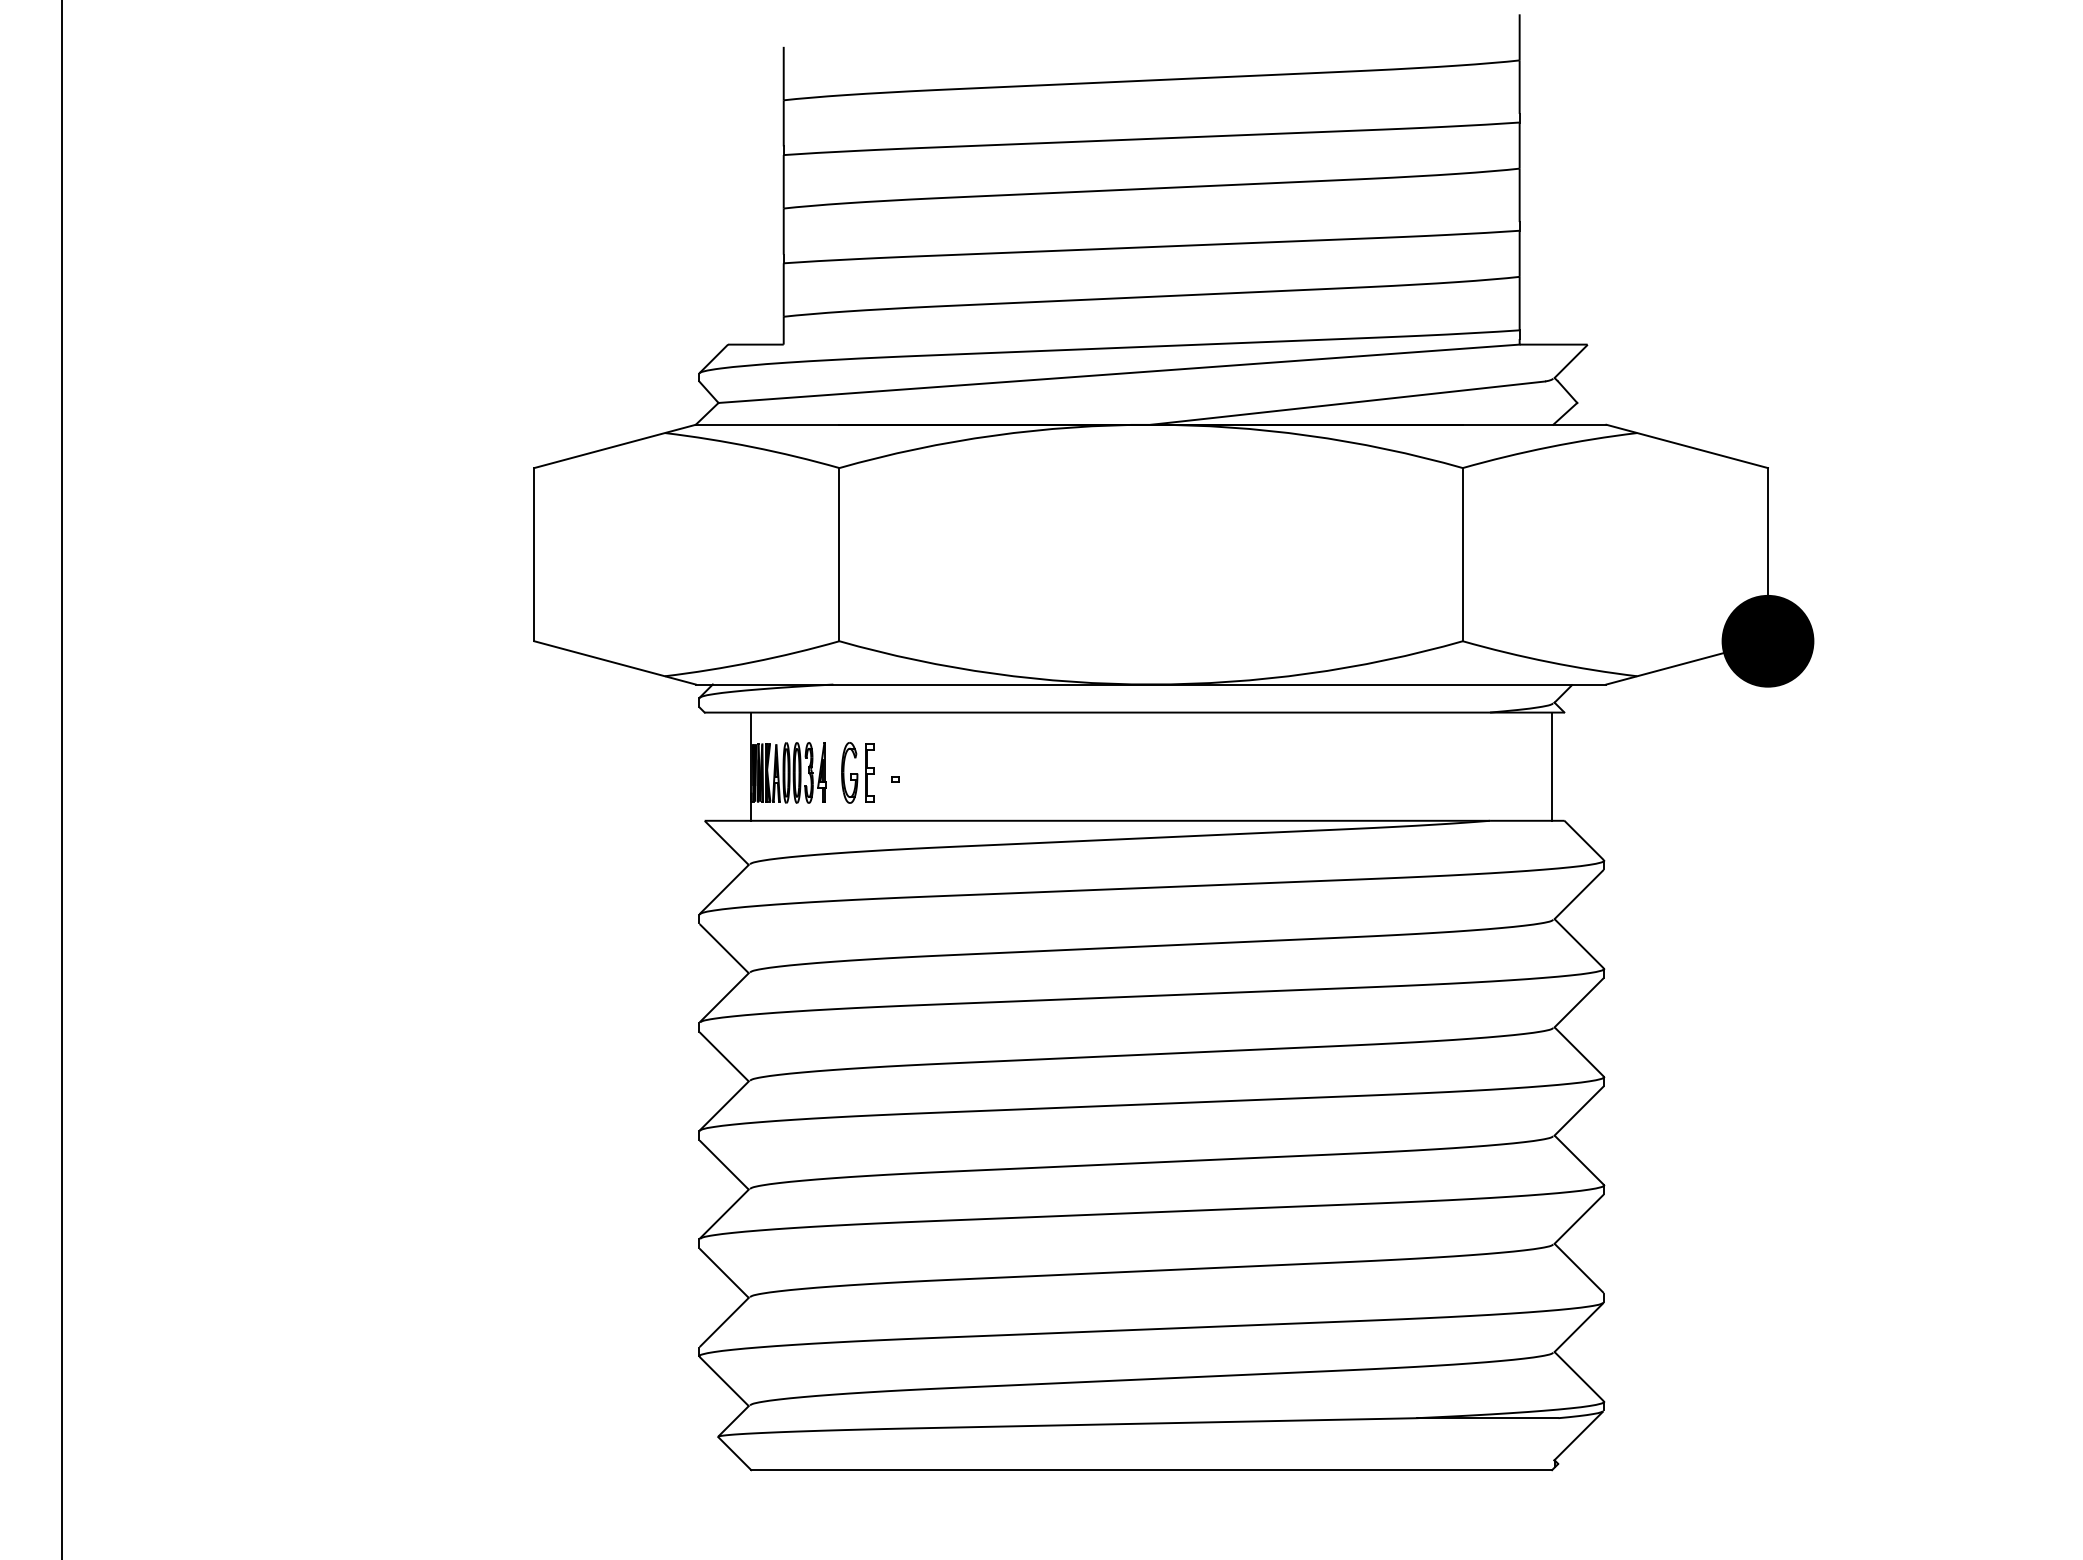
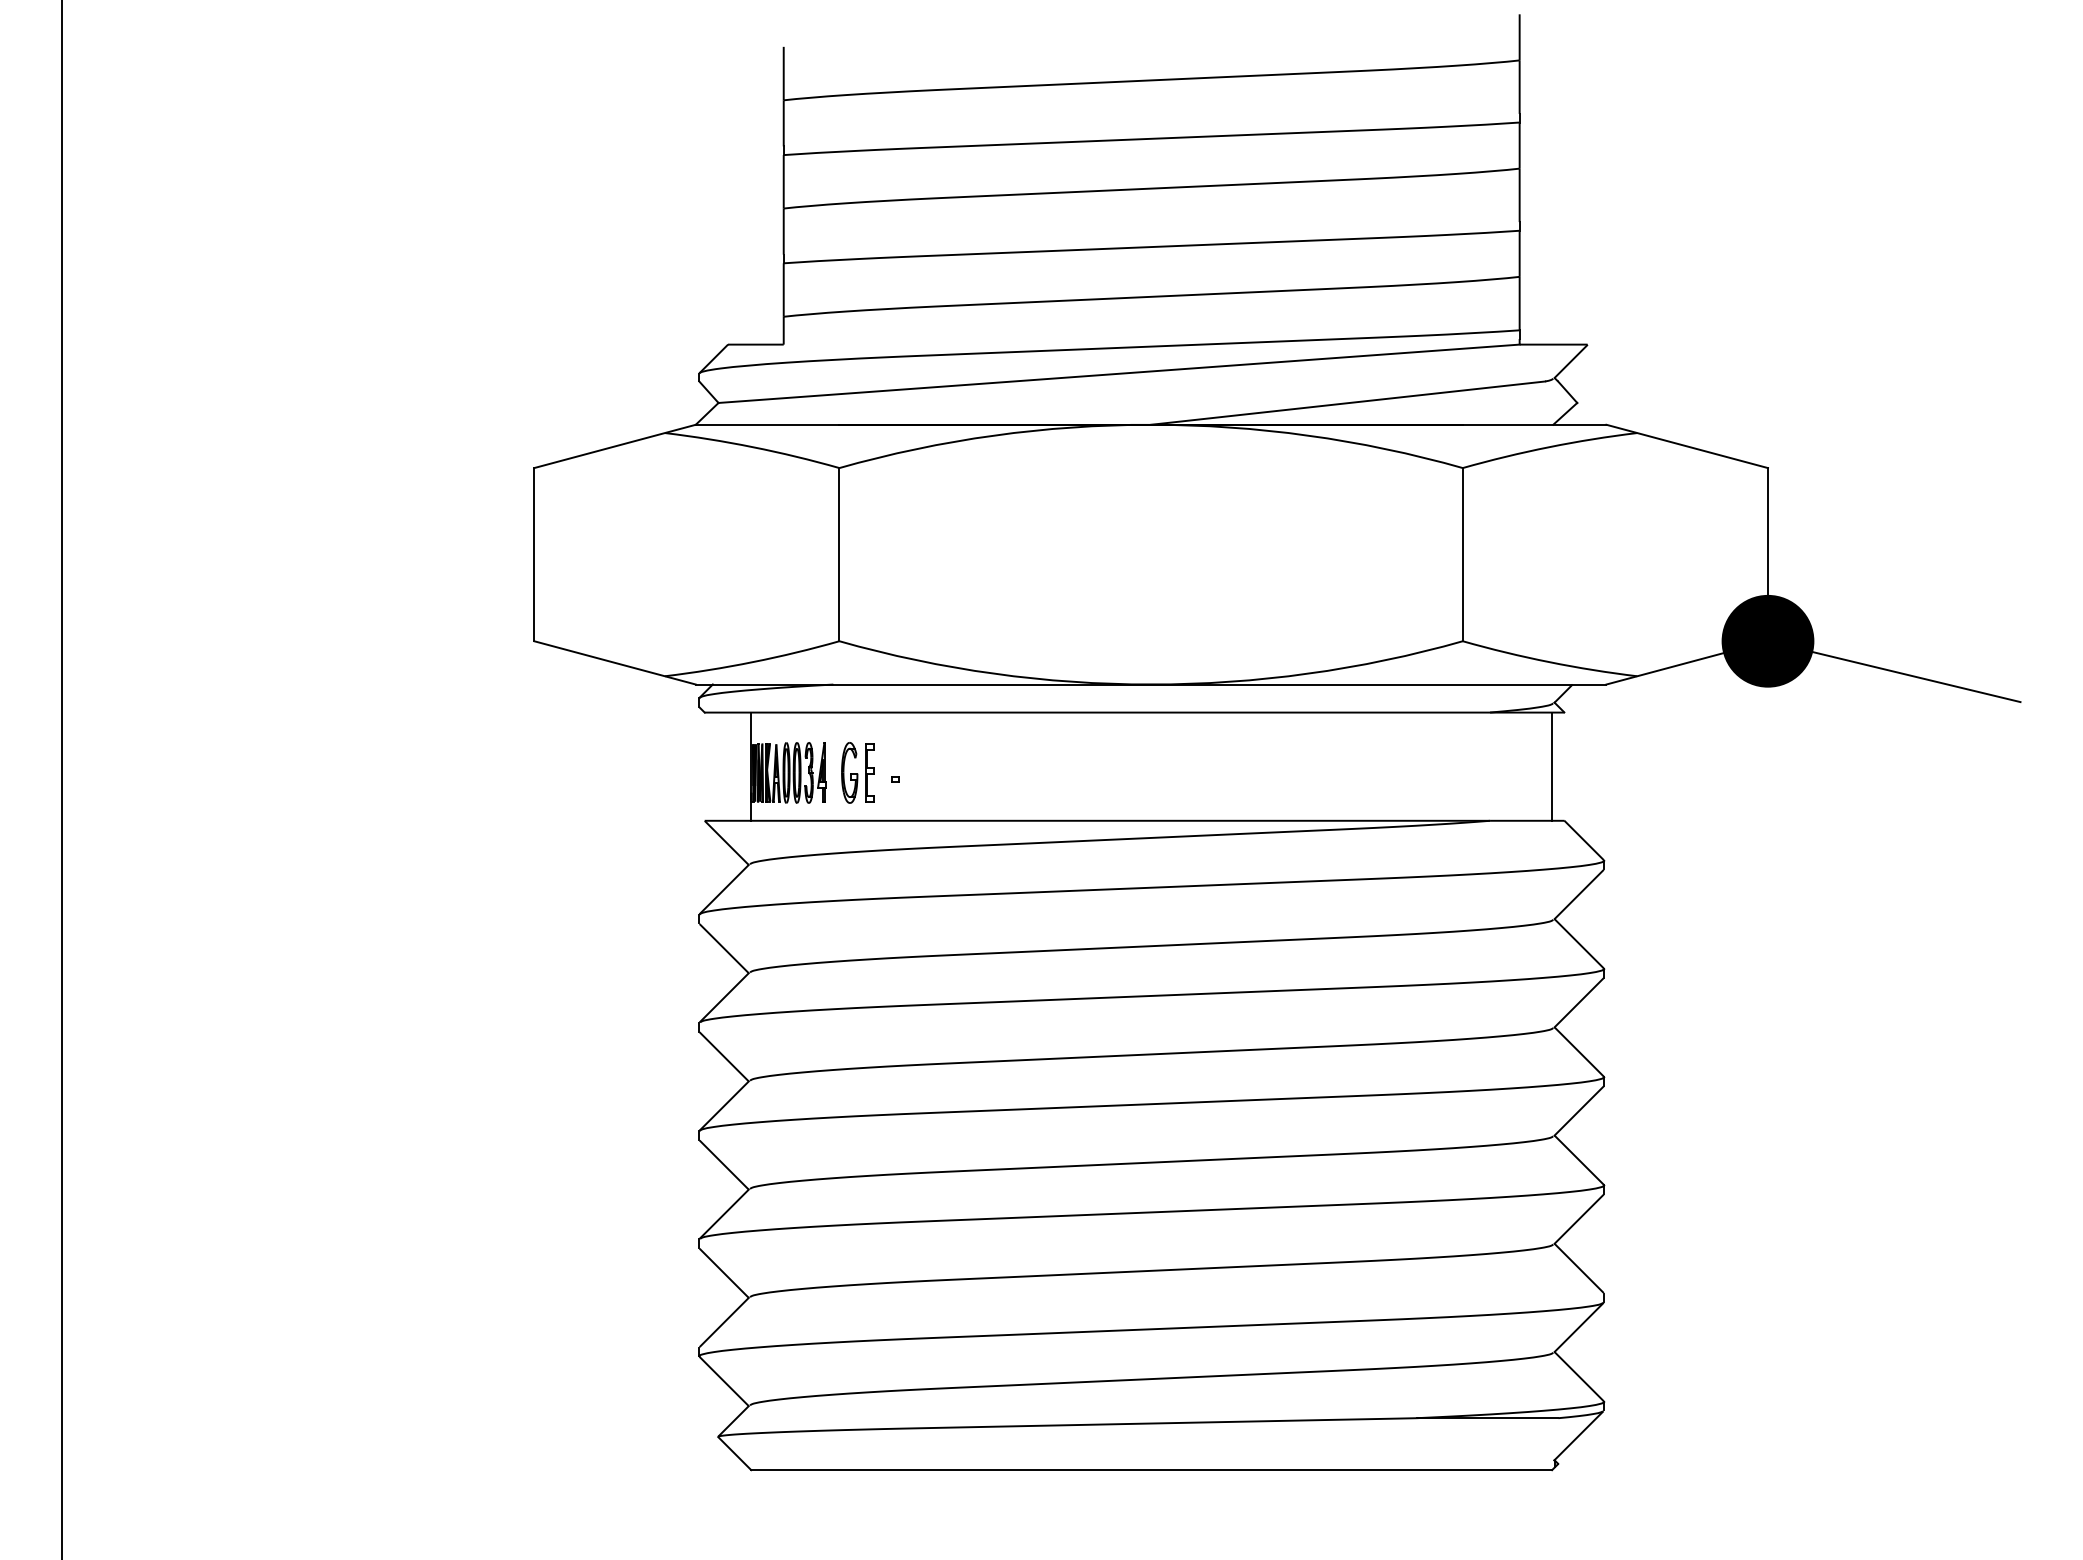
line at (1916, 677): none -> present
